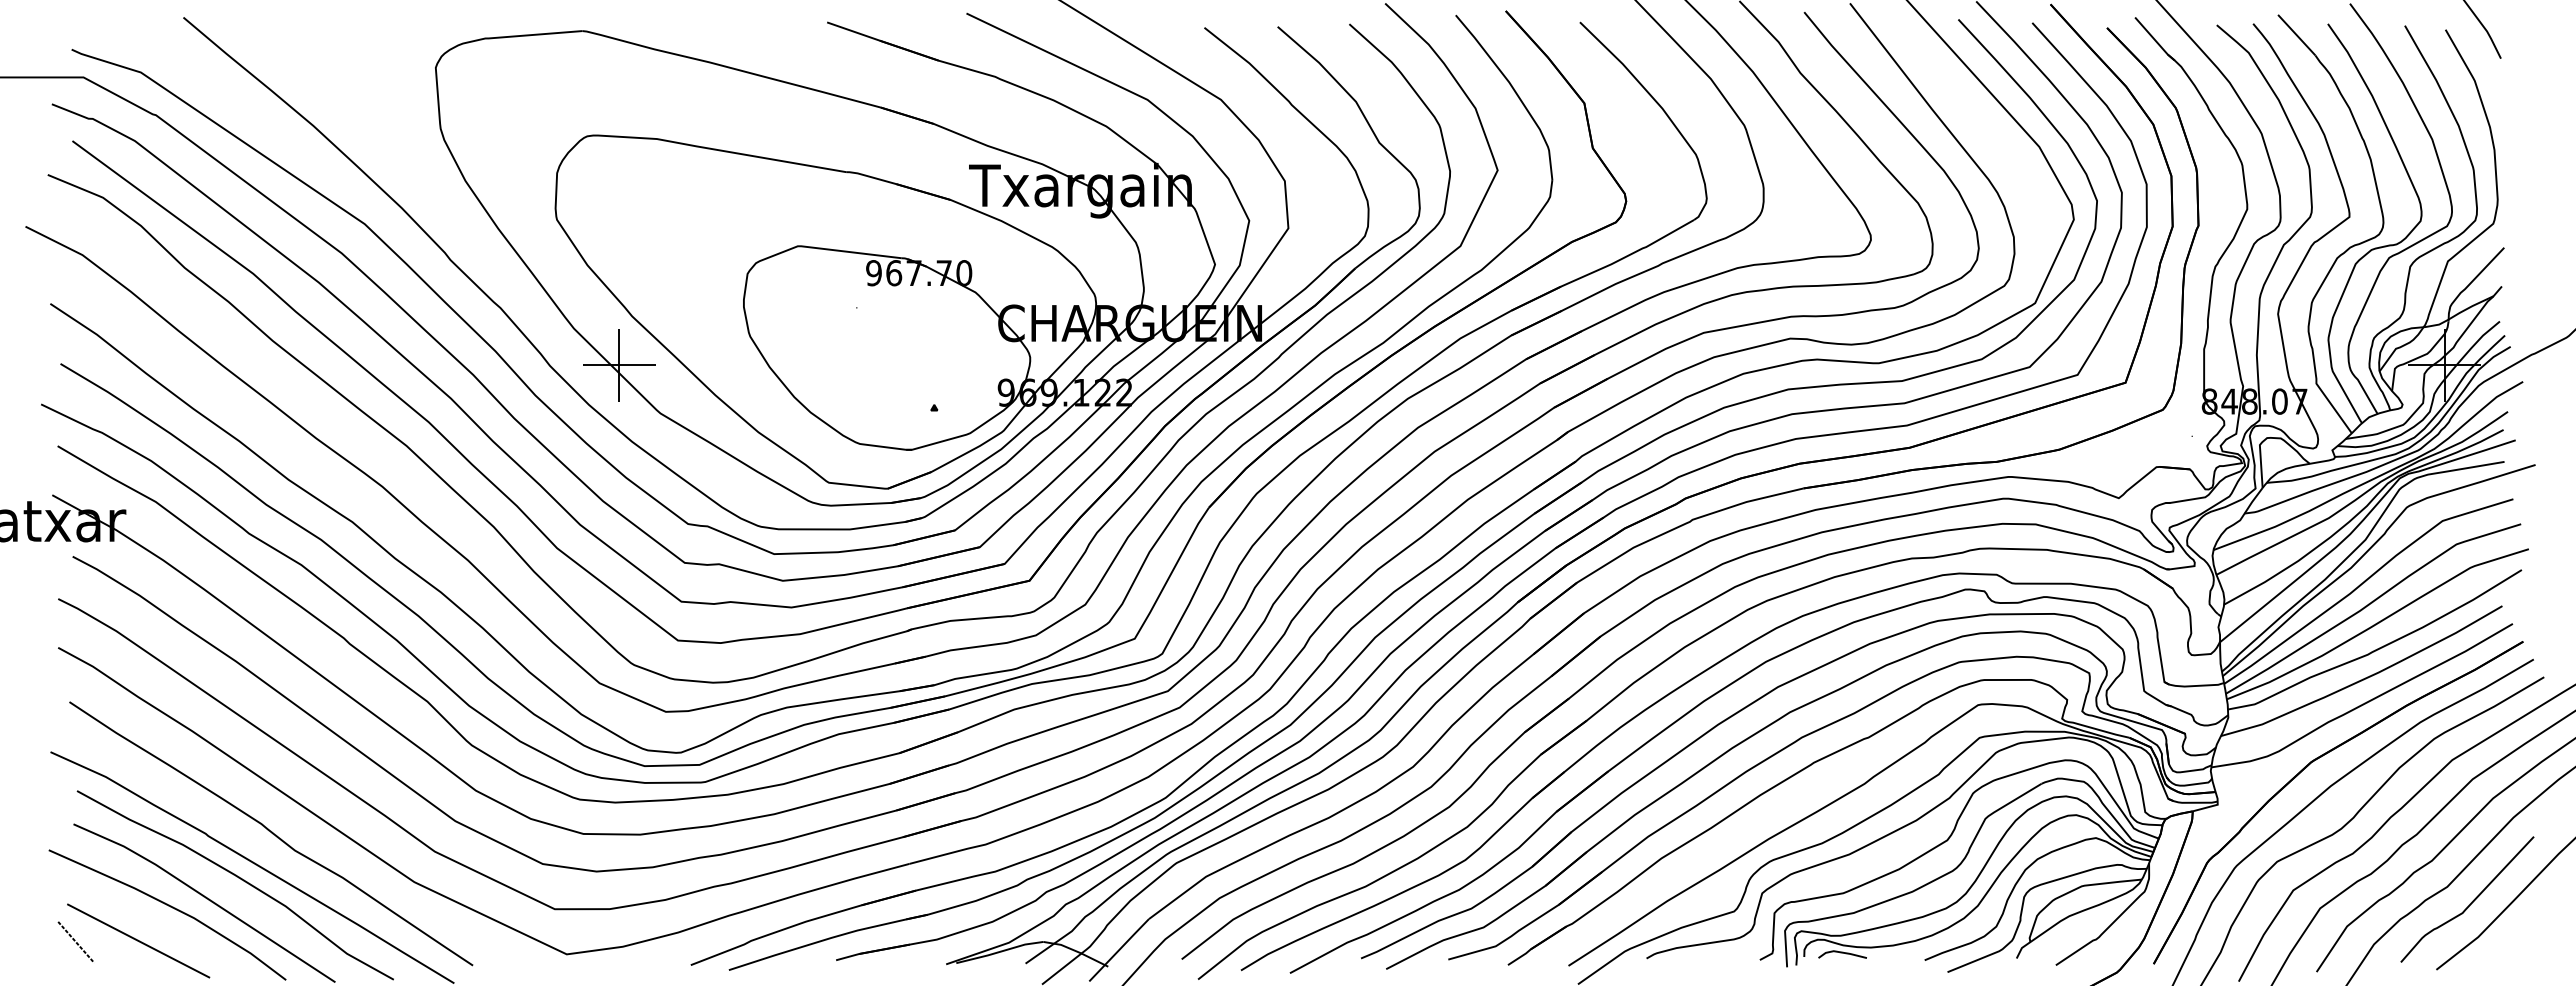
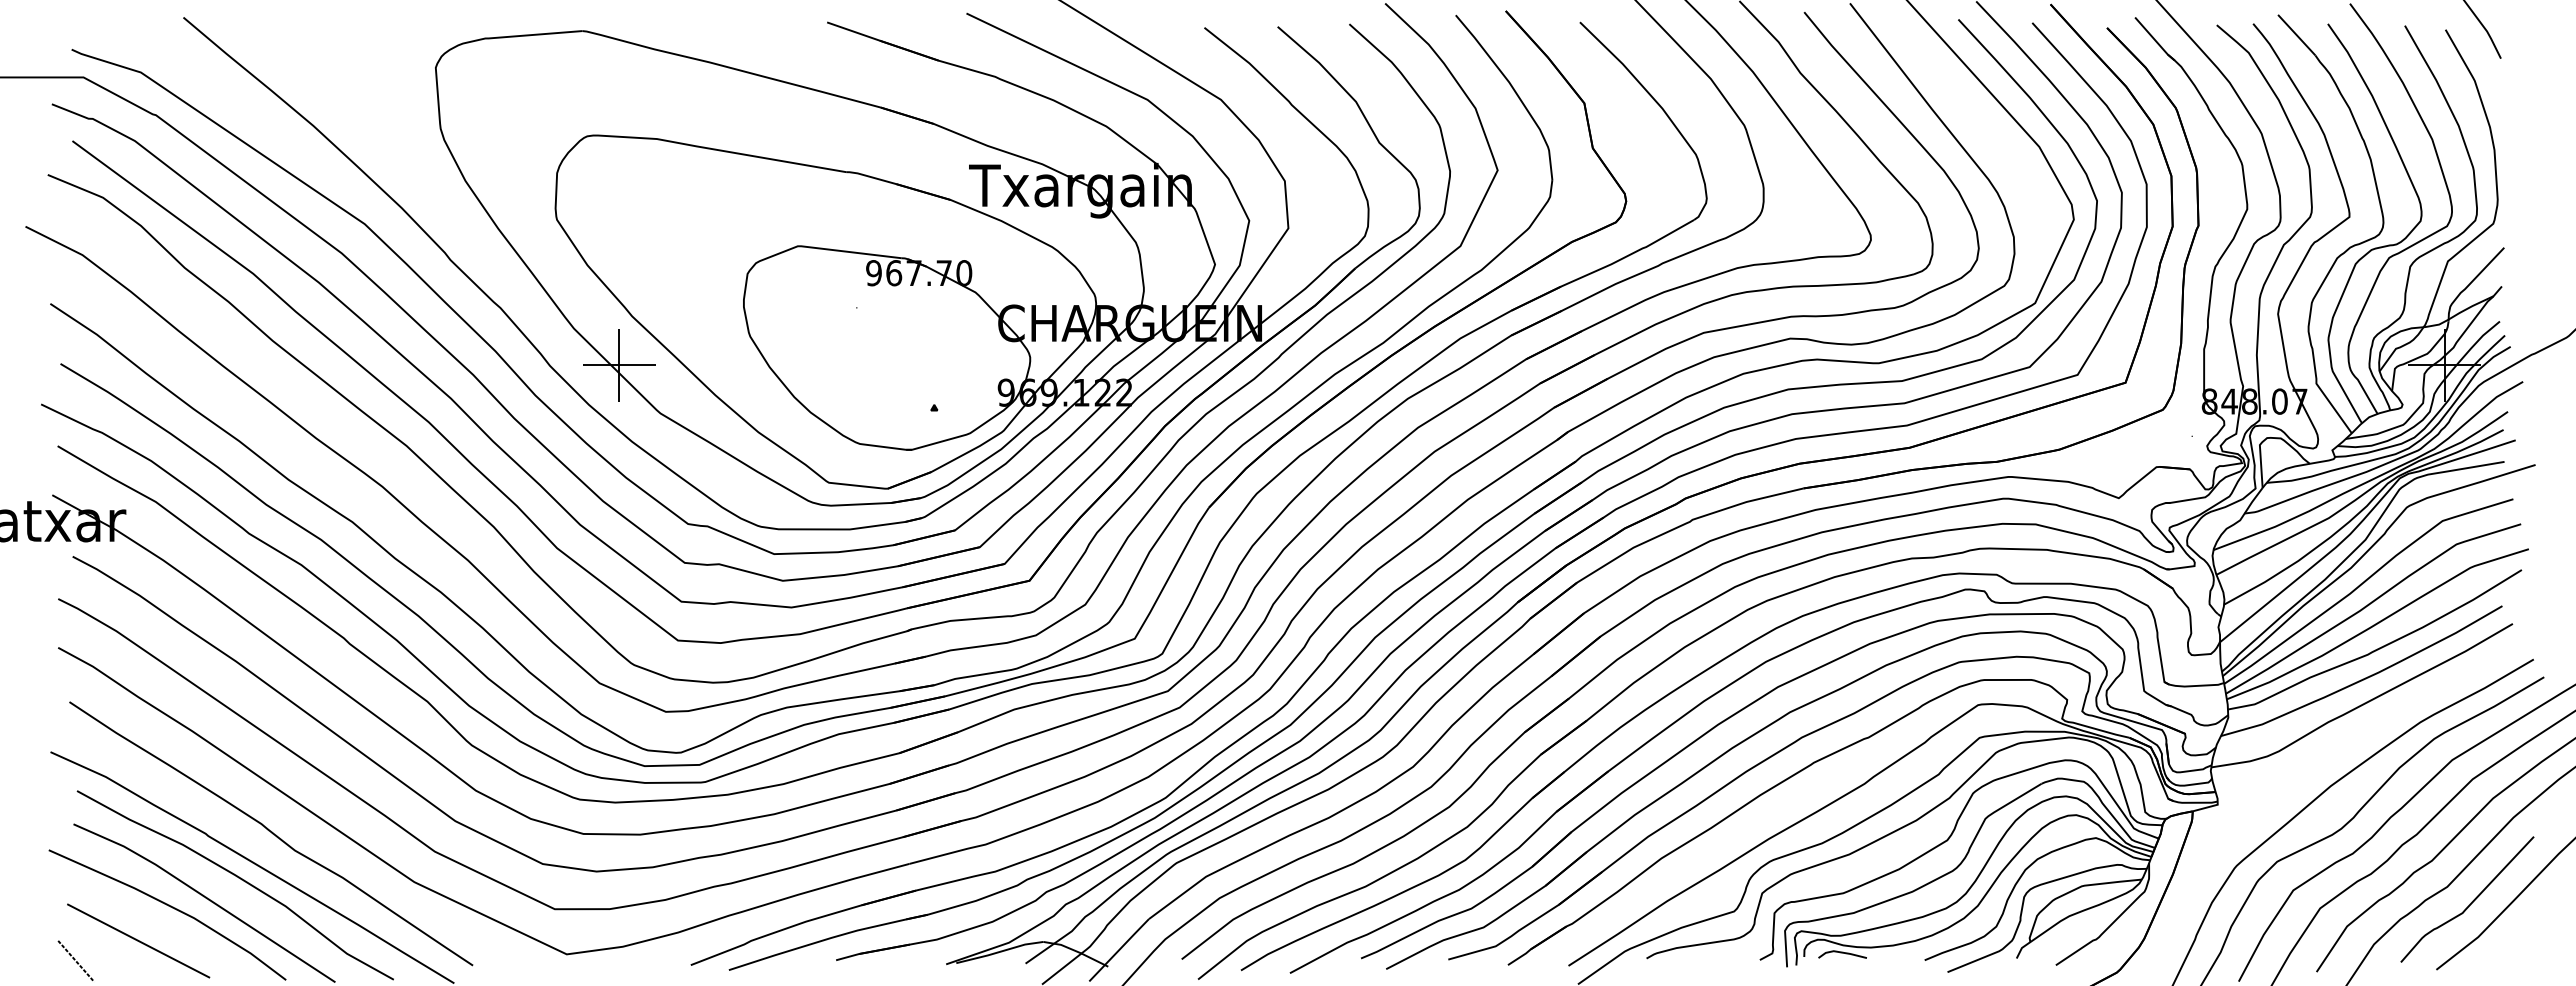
part at (2307, 767): present -> none
line at (75, 940) position: (75, 940) -> (75, 959)
